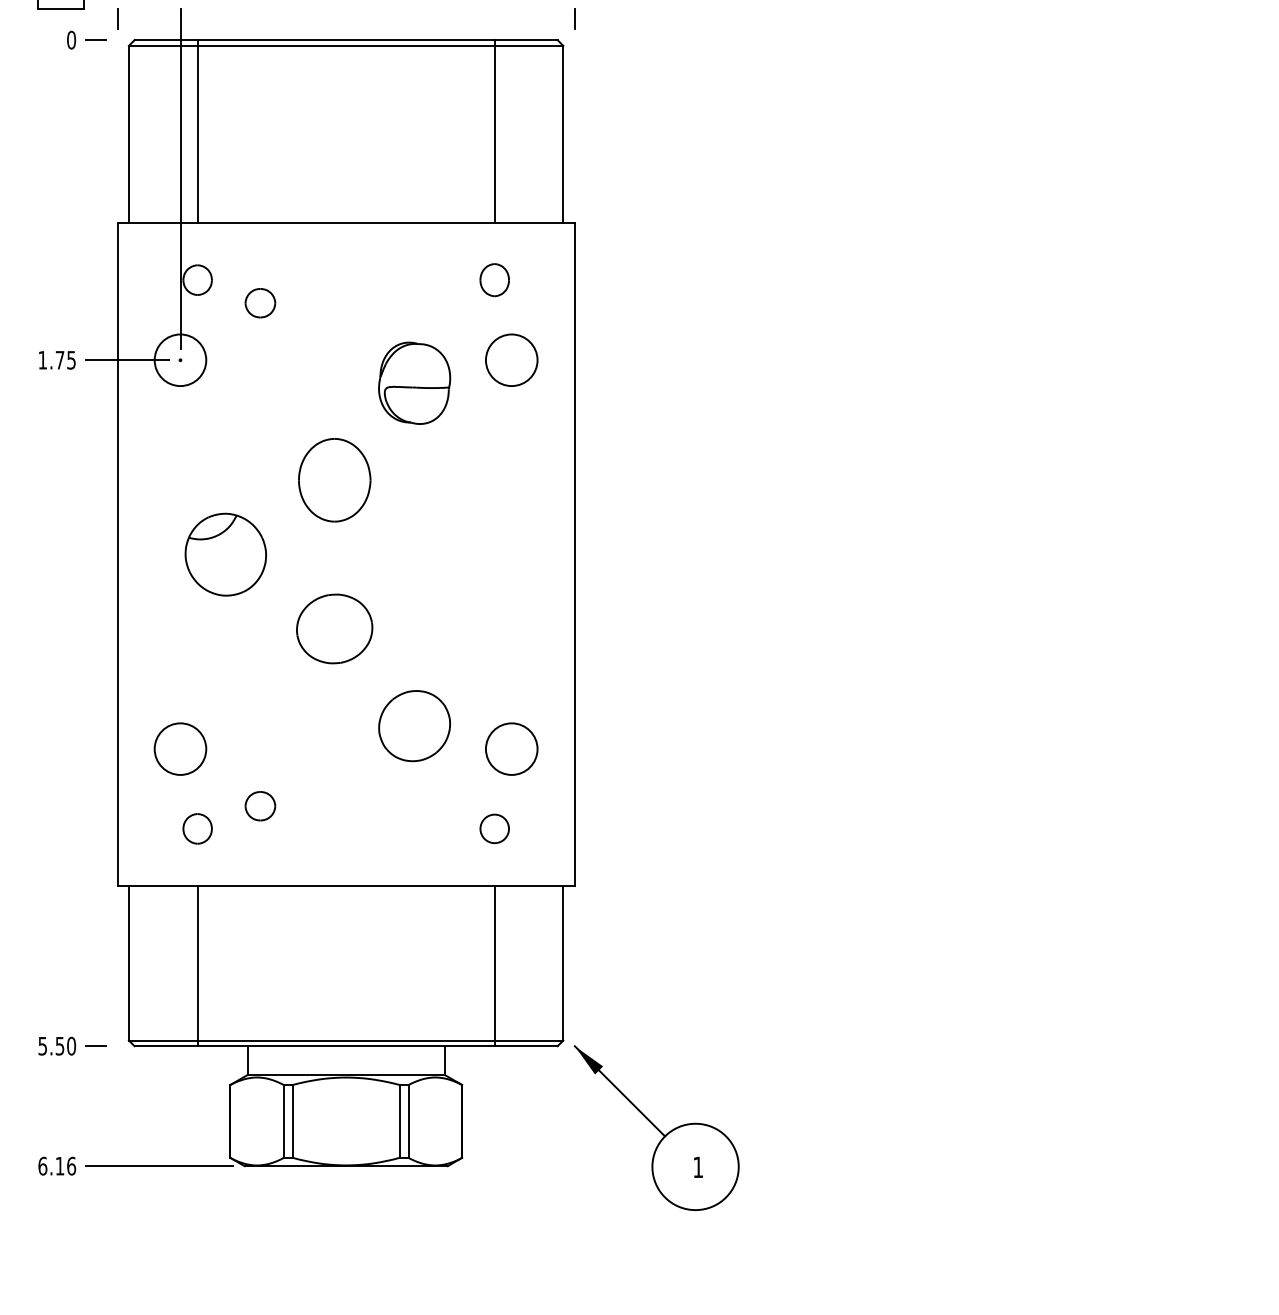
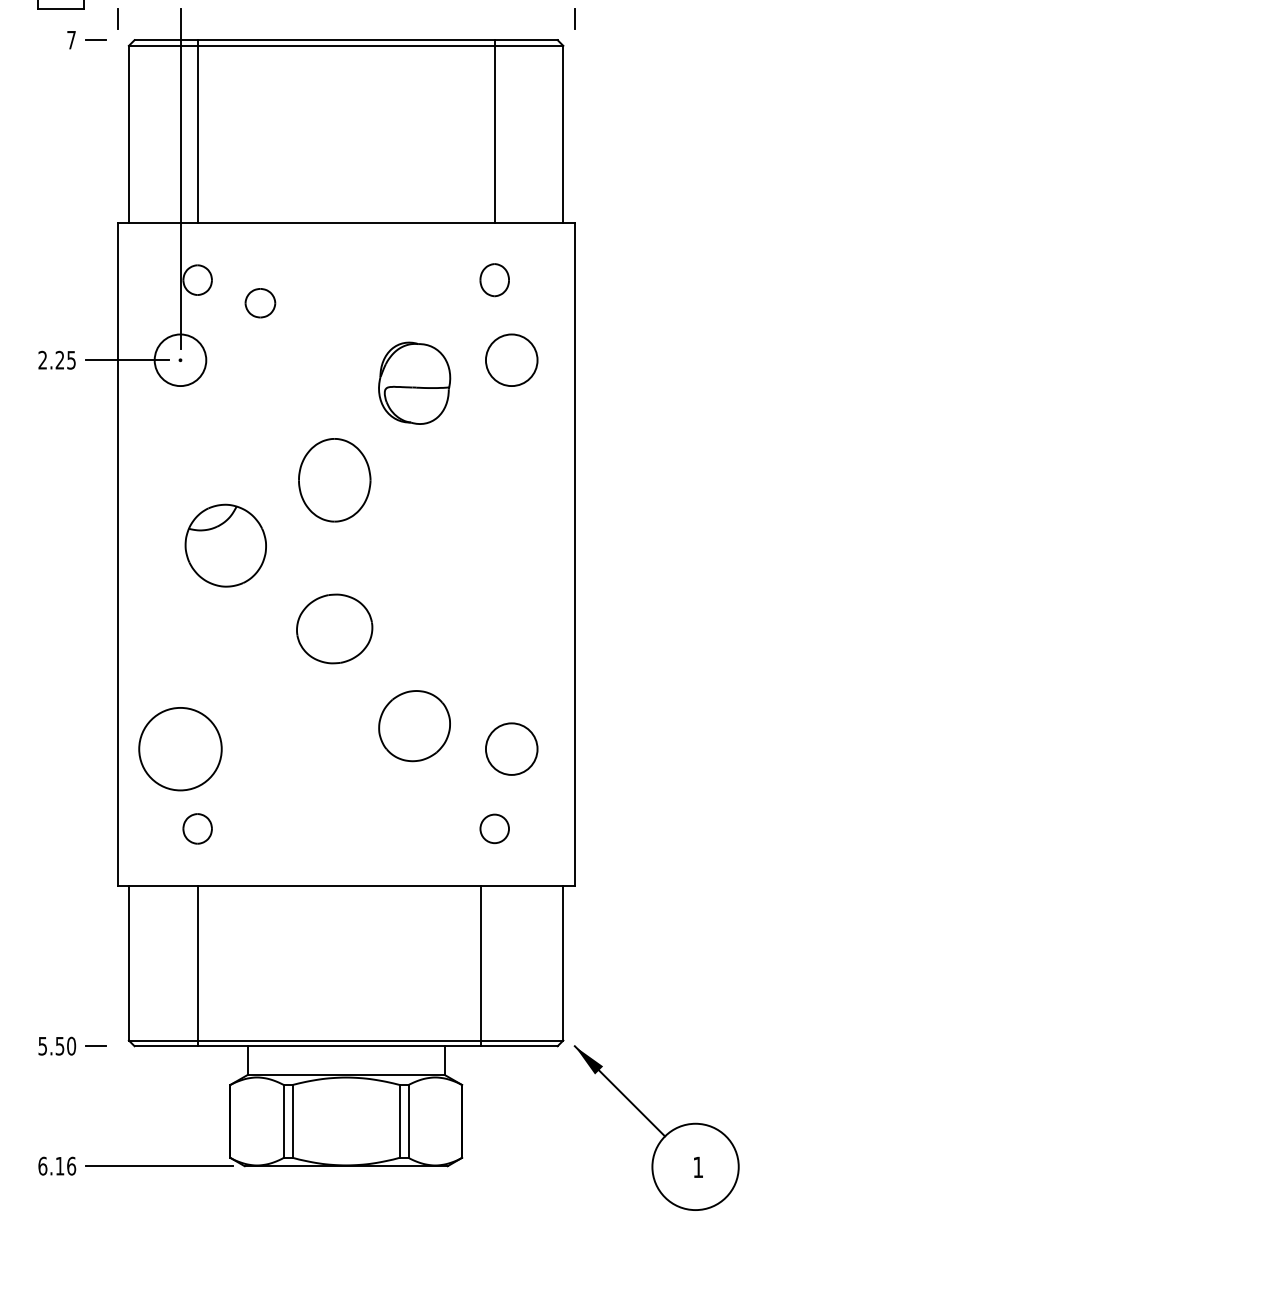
text at (71, 39): 0 -> 7
text at (51, 359): 1.75 -> 2.25
part at (225, 554) position: (225, 554) -> (225, 545)
circle at (180, 748) diameter: 52 px -> 83 px
part at (260, 806): present -> none
line at (494, 966) position: (494, 966) -> (480, 966)
